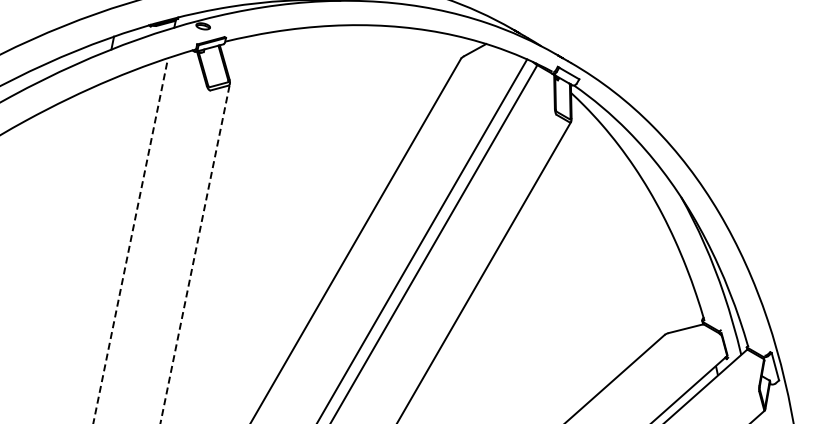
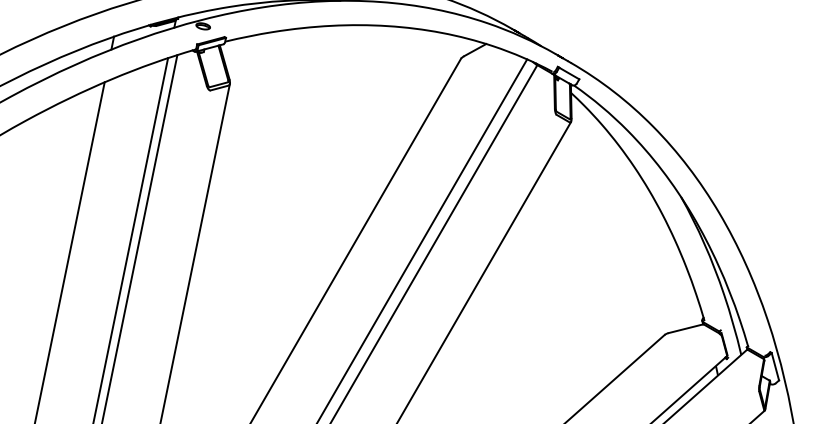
line at (139, 237): none -> present
line at (130, 240): dashed -> solid
line at (69, 251): none -> present
line at (195, 253): dashed -> solid
